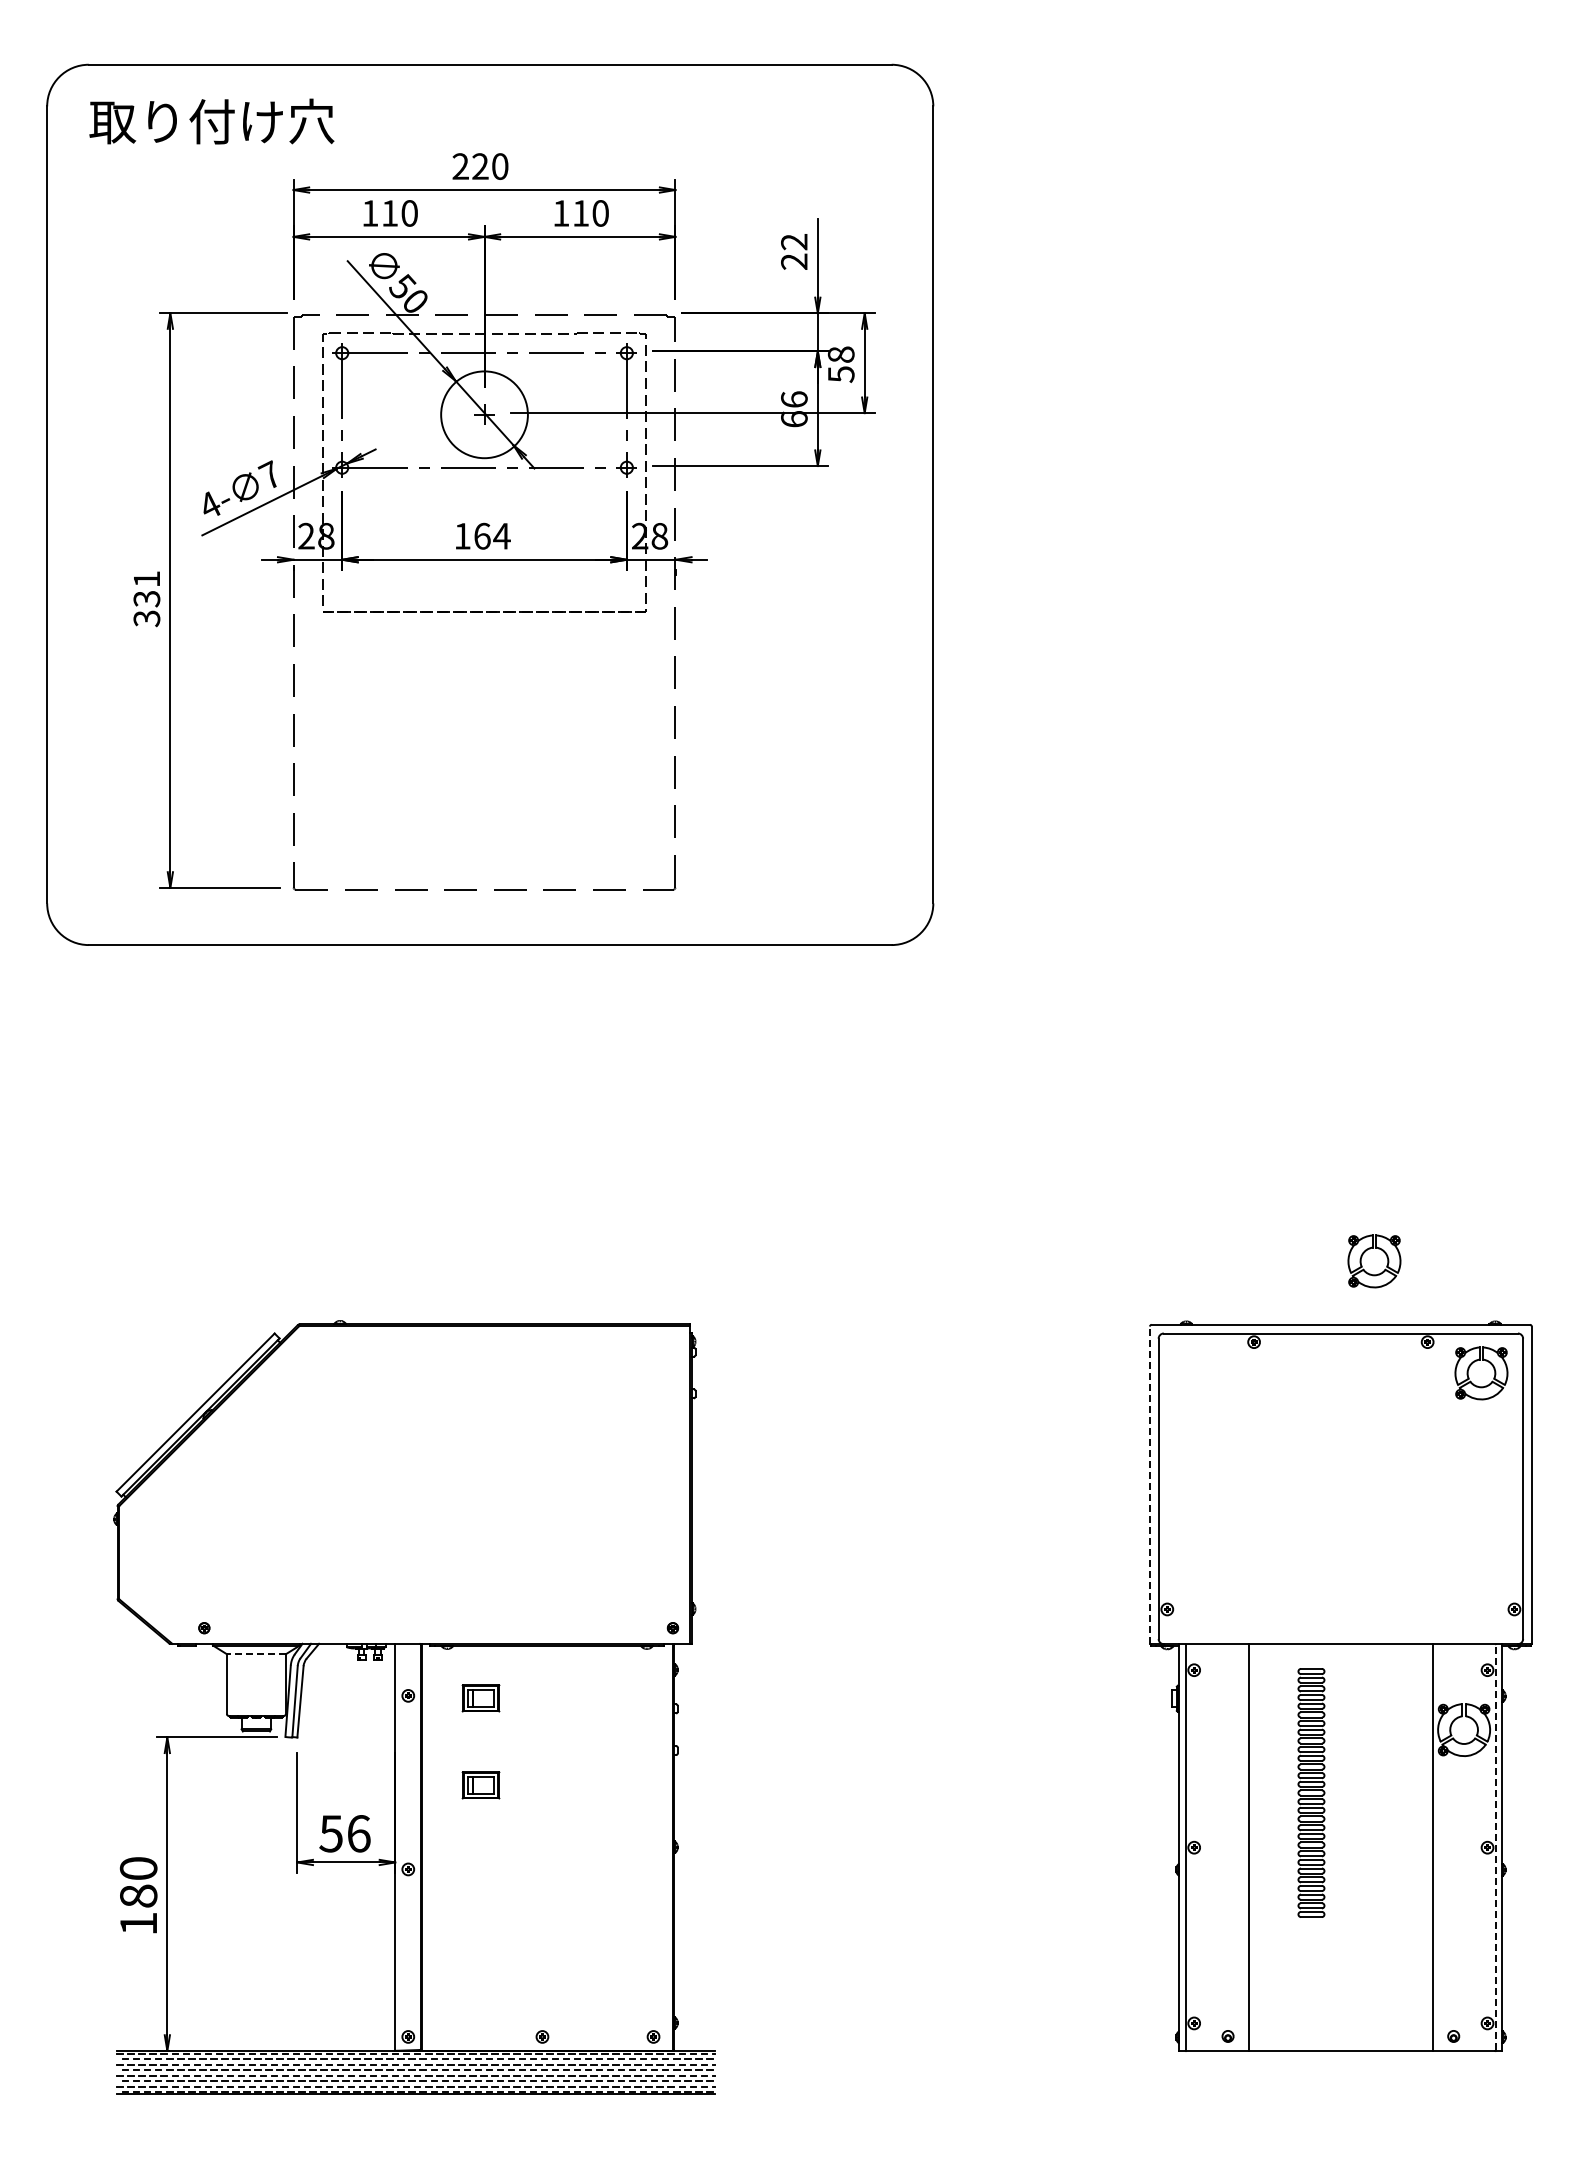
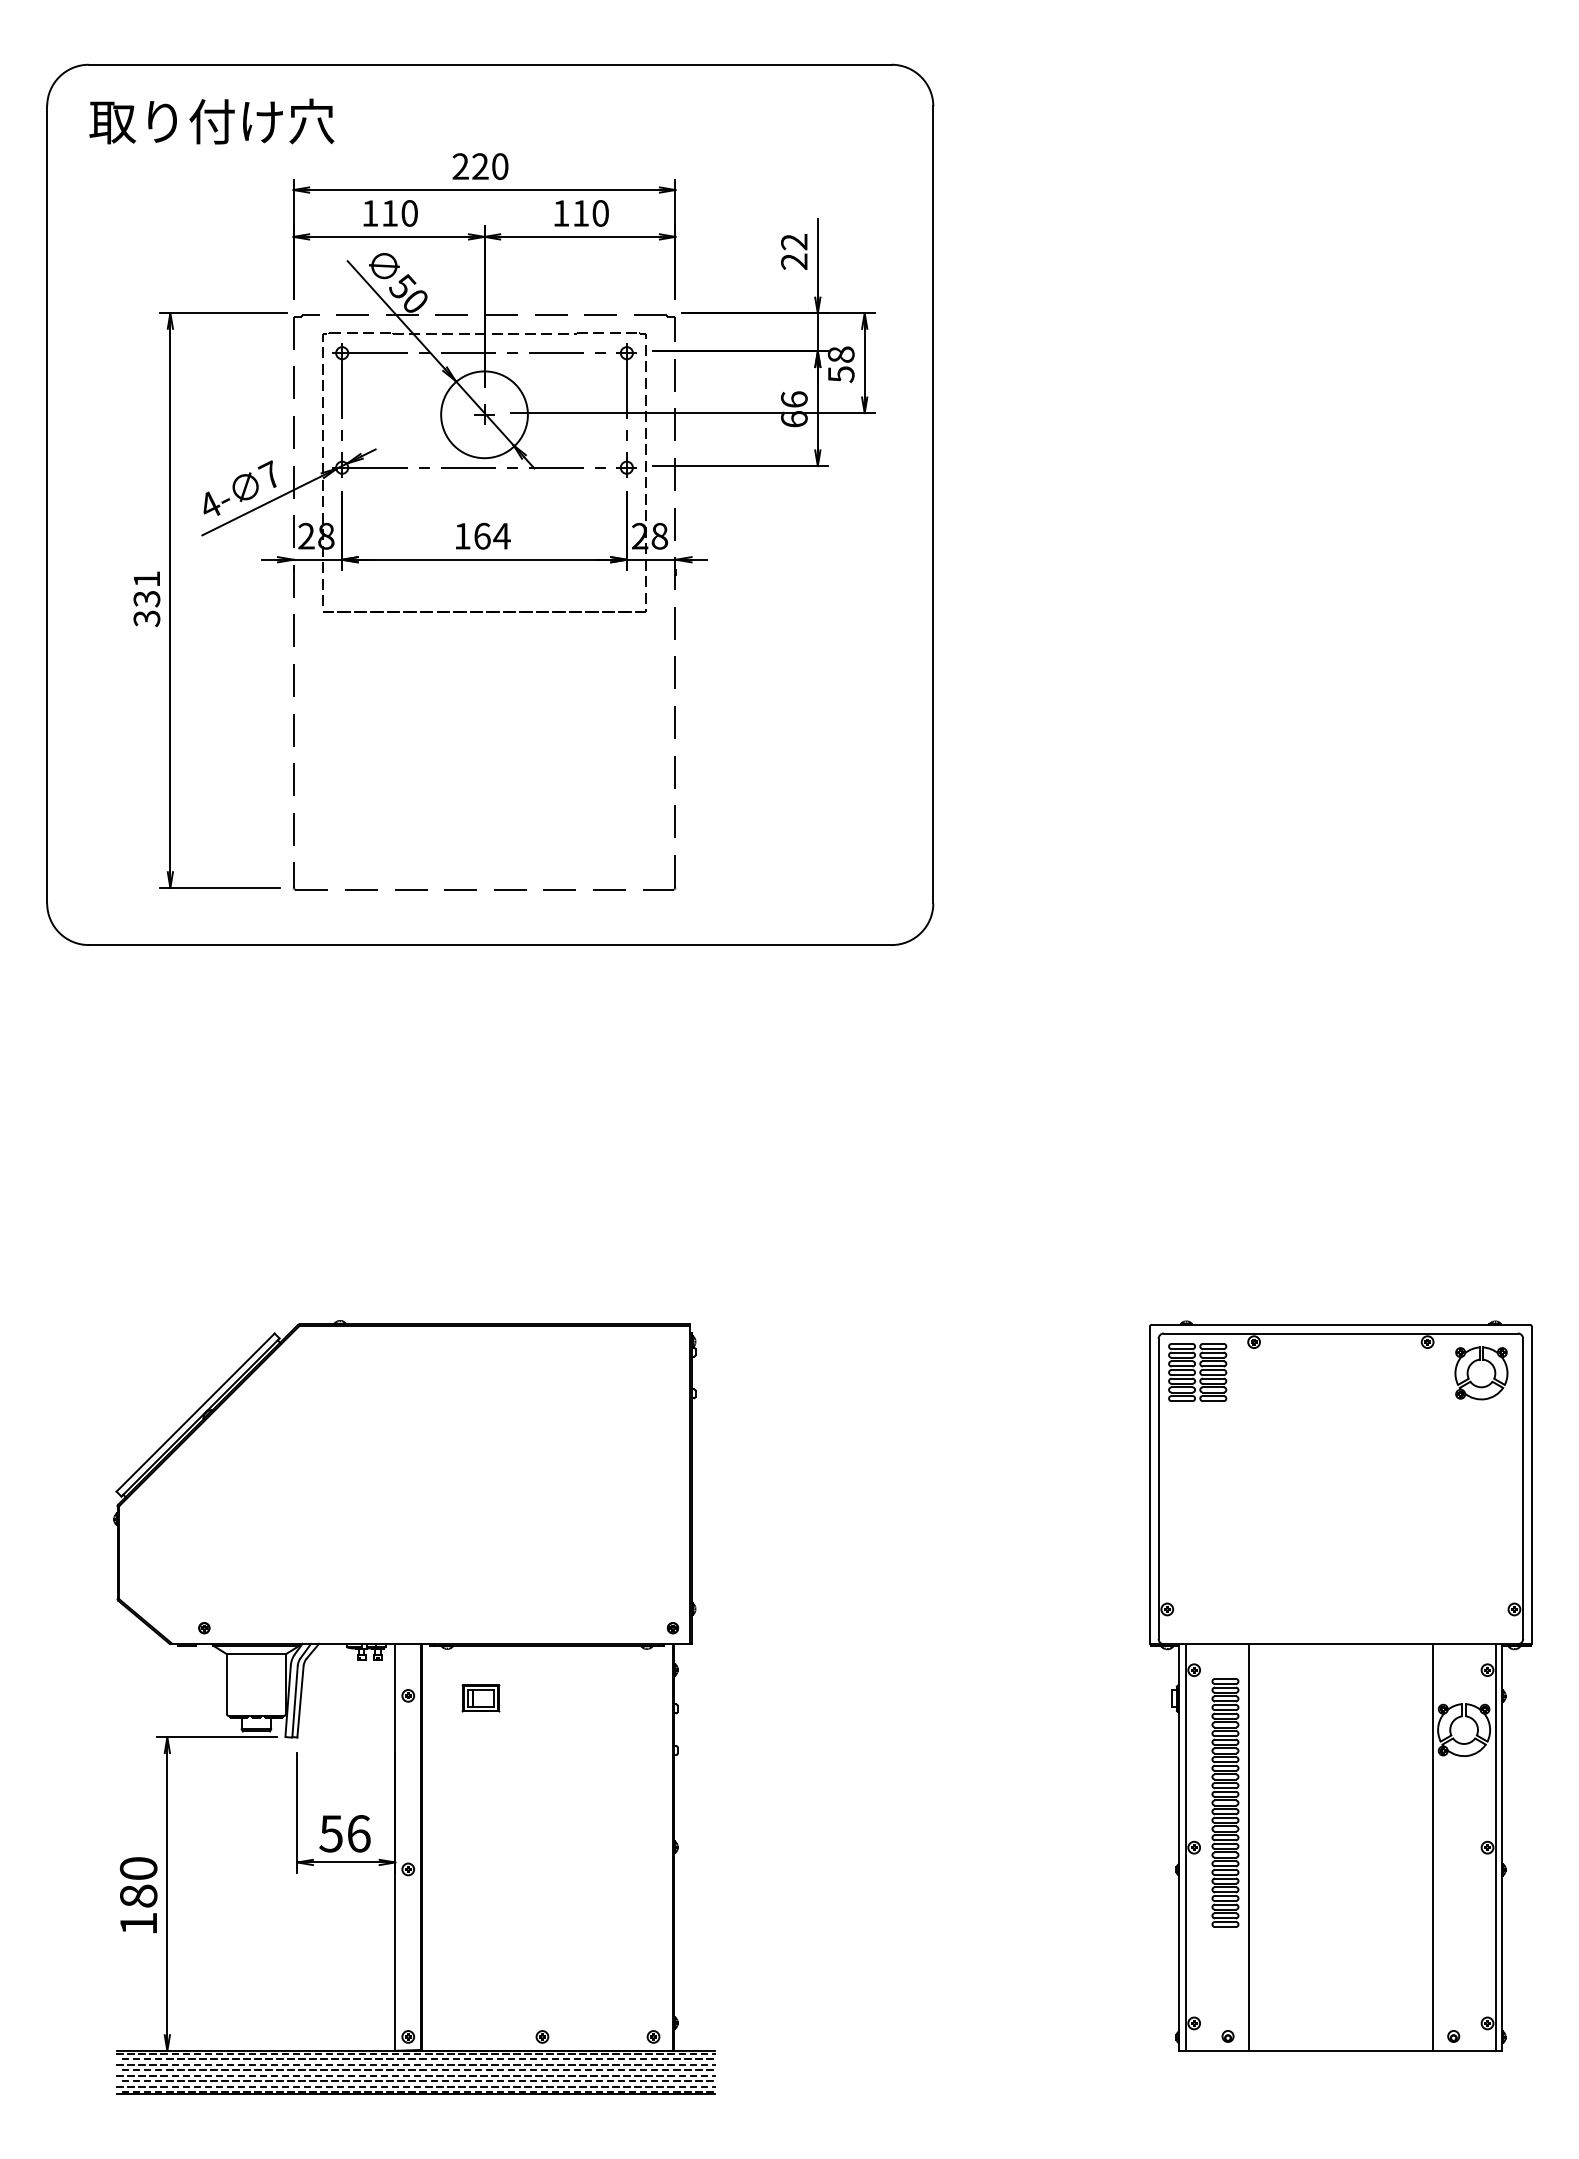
part at (1368, 1272): present -> none
part at (1197, 1372): none -> present
line at (1149, 1485): dashed -> solid
line at (256, 1654): dashed -> solid
part at (480, 1785): present -> none
part at (1311, 1792) position: (1311, 1792) -> (1225, 1802)
line at (1496, 1847): dashed -> solid
